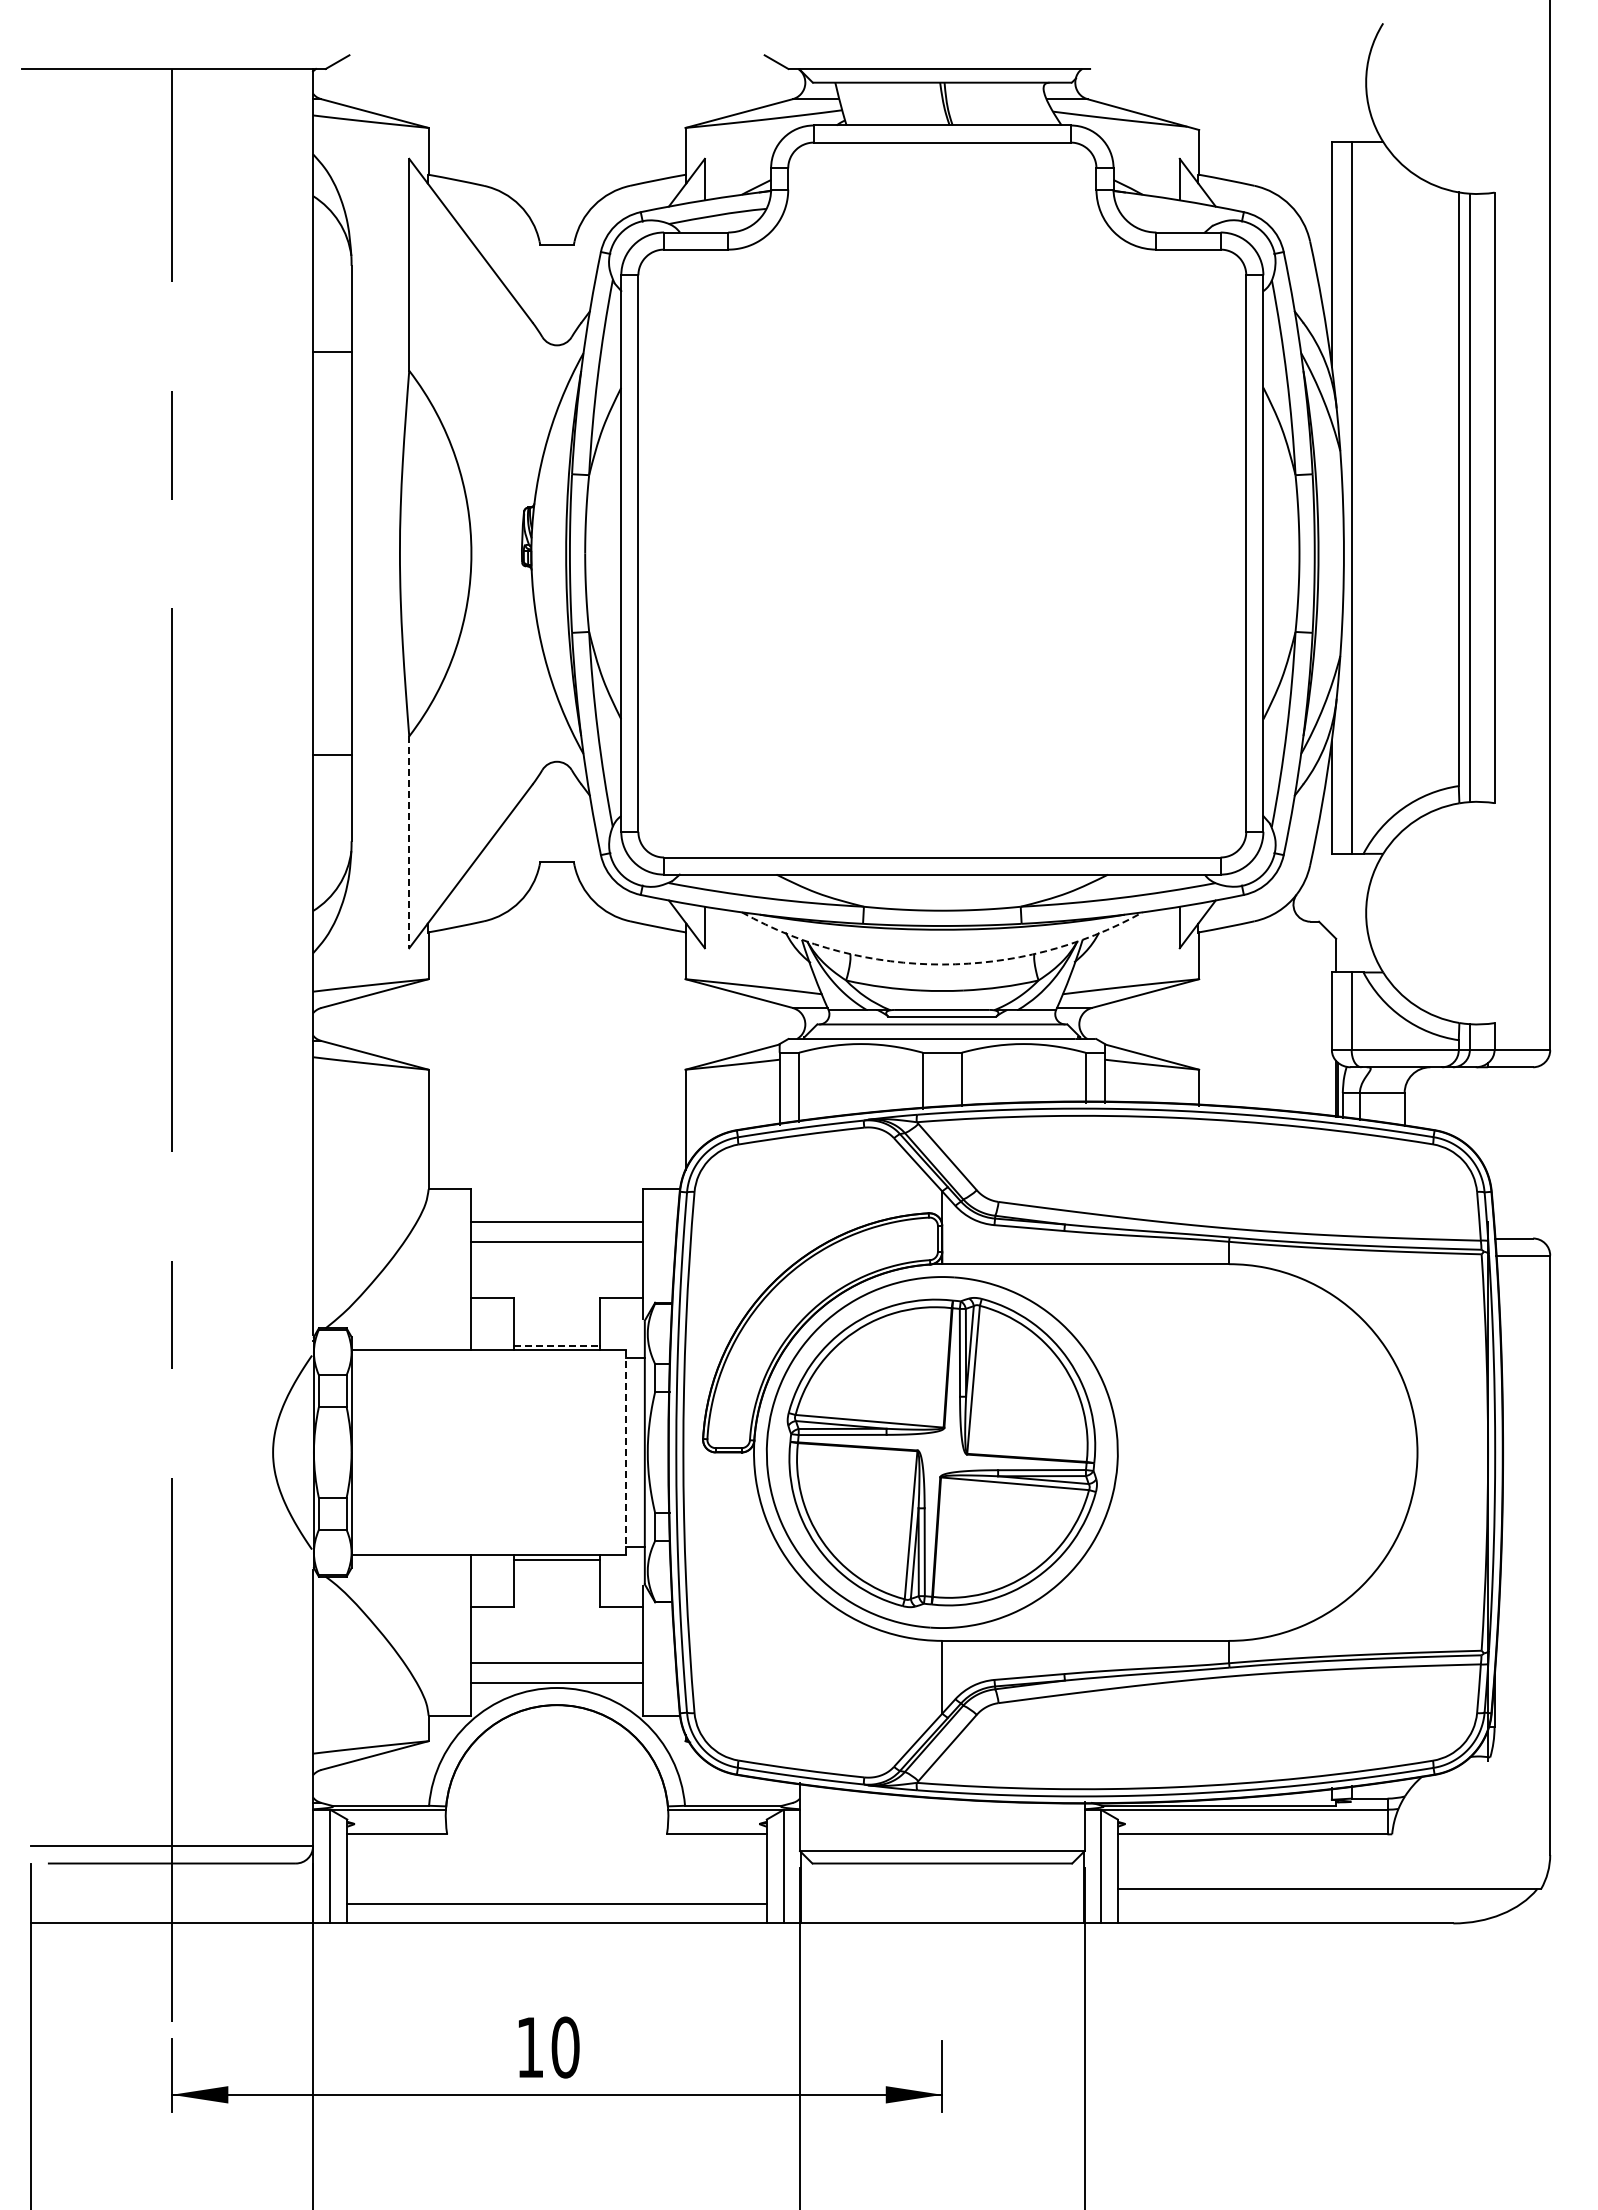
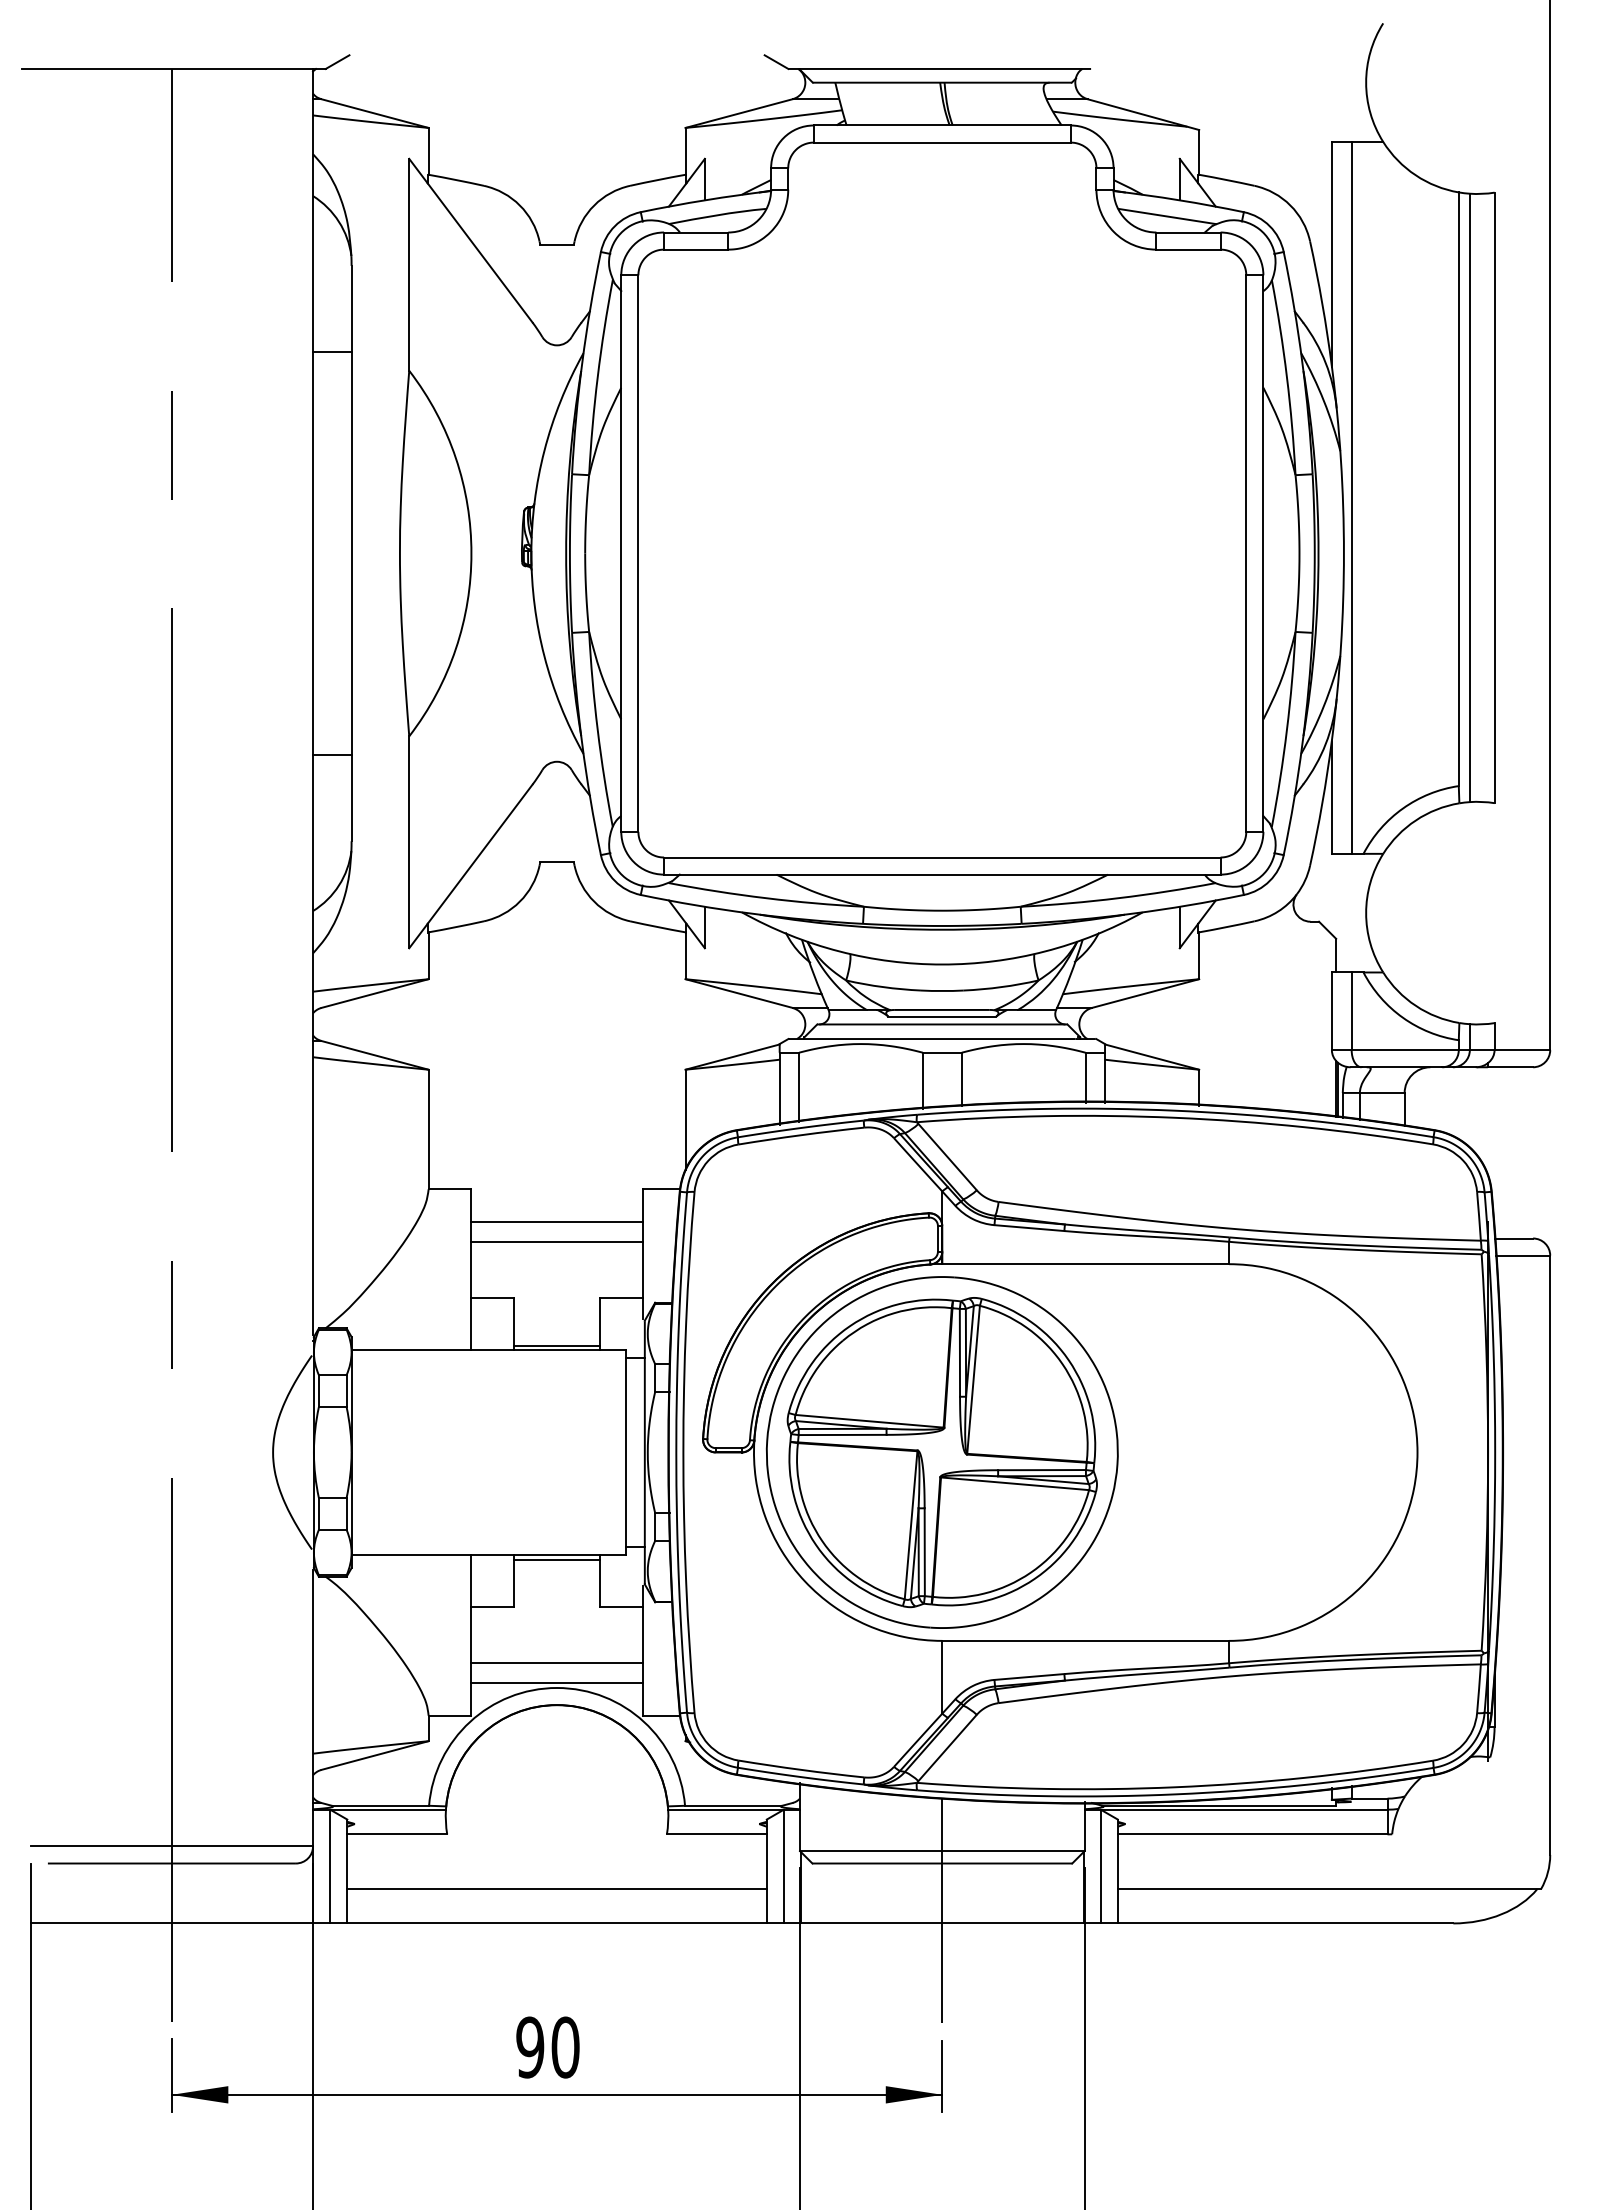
line at (1166, 216): none -> present
line at (409, 842): dashed -> solid
arc at (942, 964): dashed -> solid
line at (557, 1345): dashed -> solid
line at (625, 1452): dashed -> solid
line at (556, 1904) position: (556, 1904) -> (556, 1889)
line at (942, 1910): none -> present
text at (530, 2047): 10 -> 90
